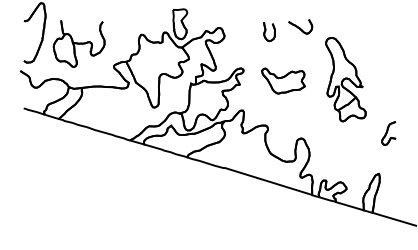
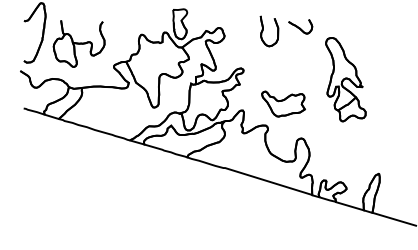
part at (269, 32) size: 13x21 px -> 21x33 px
part at (283, 80) position: (283, 80) -> (283, 103)
part at (388, 133): present -> none
